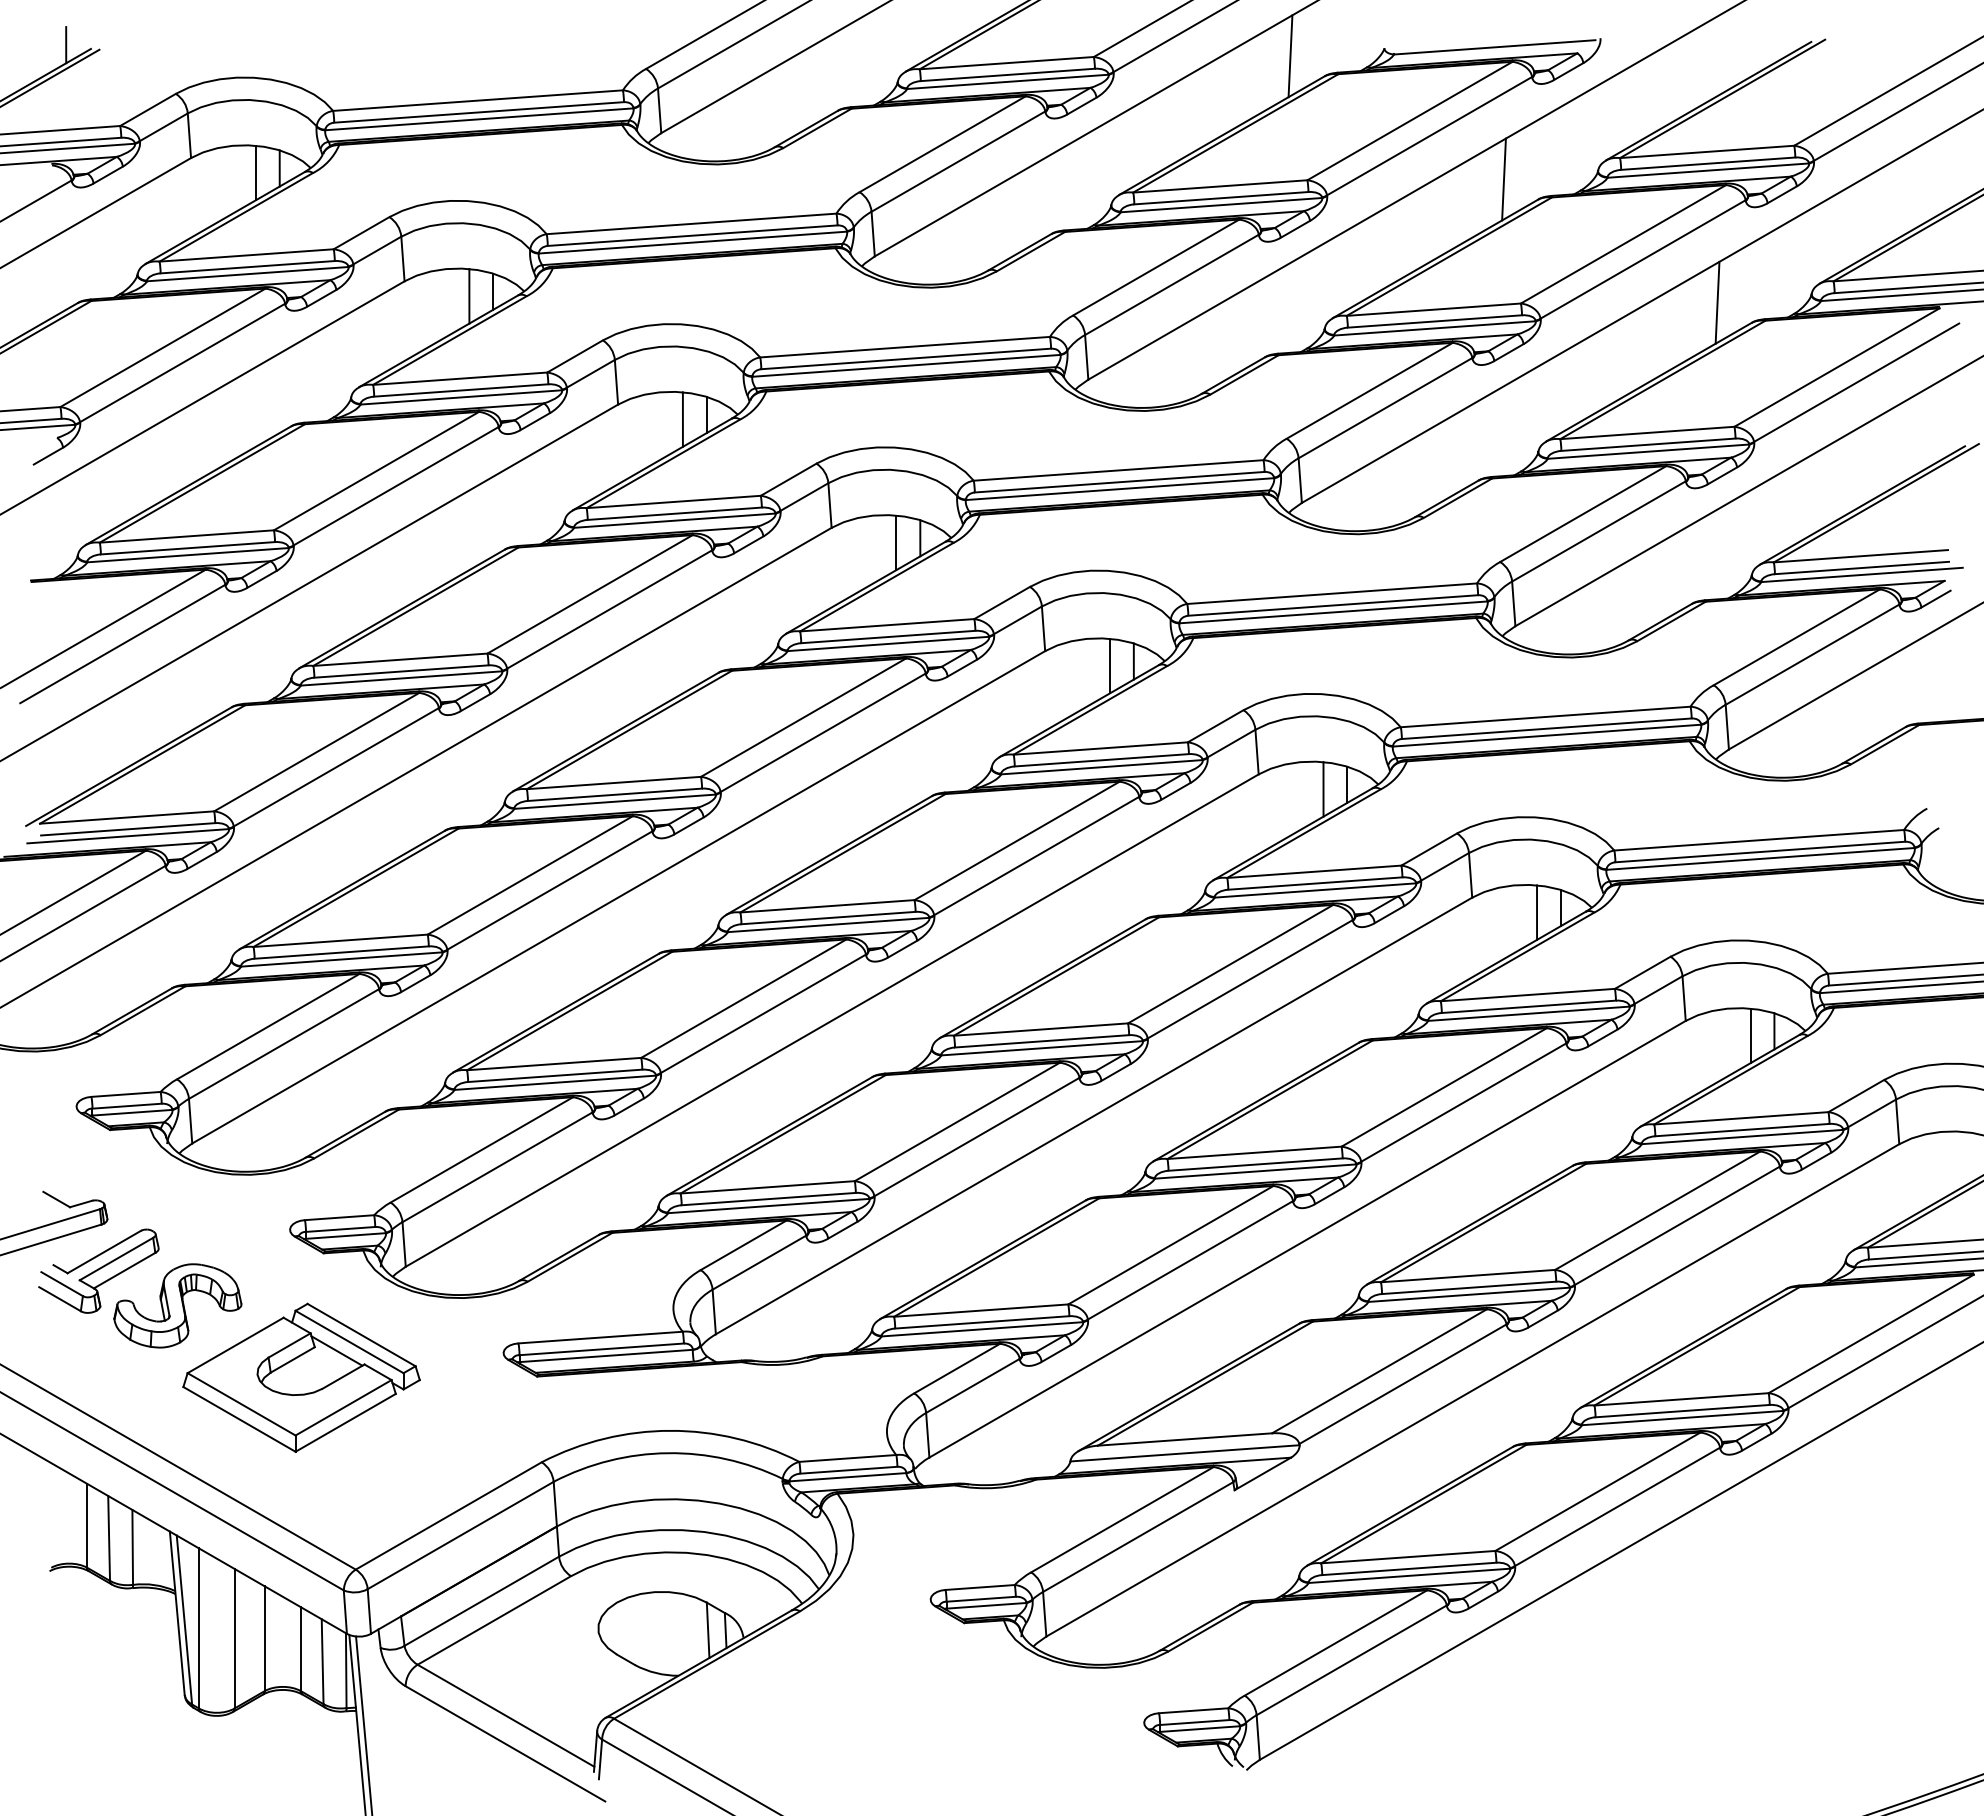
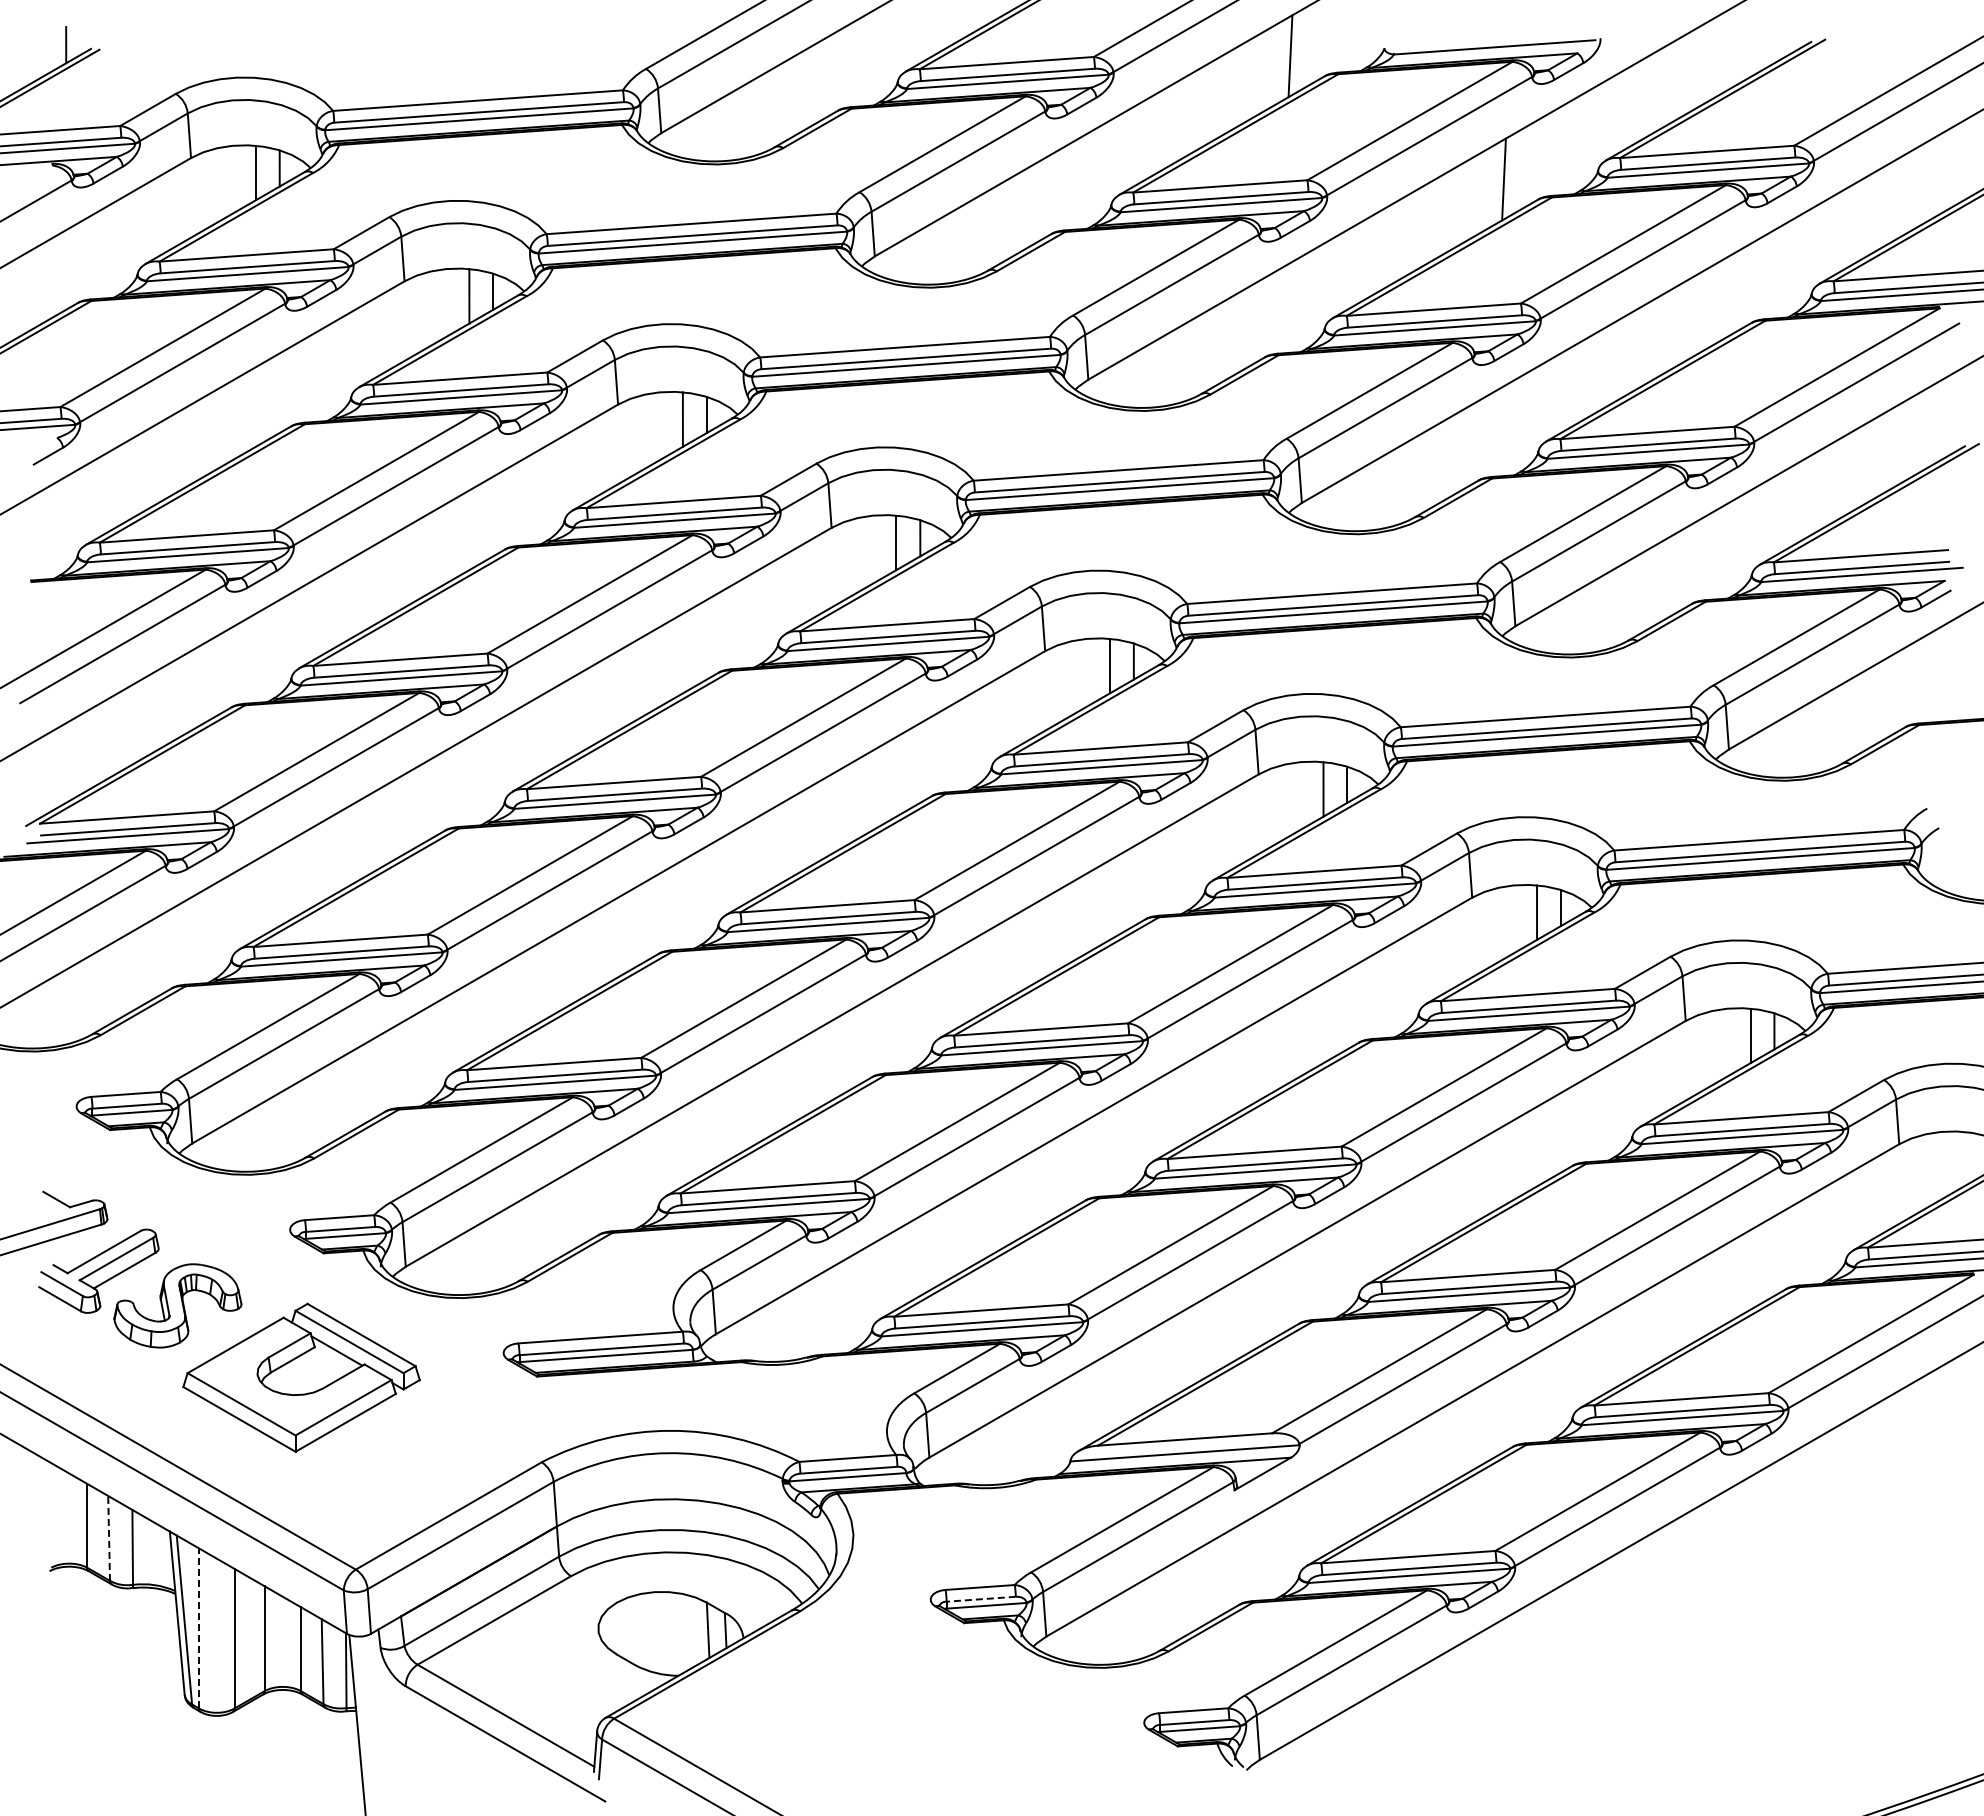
line at (1717, 302): present -> none
line at (109, 1537): solid -> dashed
line at (981, 1599): solid -> dashed
line at (198, 1627): solid -> dashed
line at (363, 1724): present -> none
